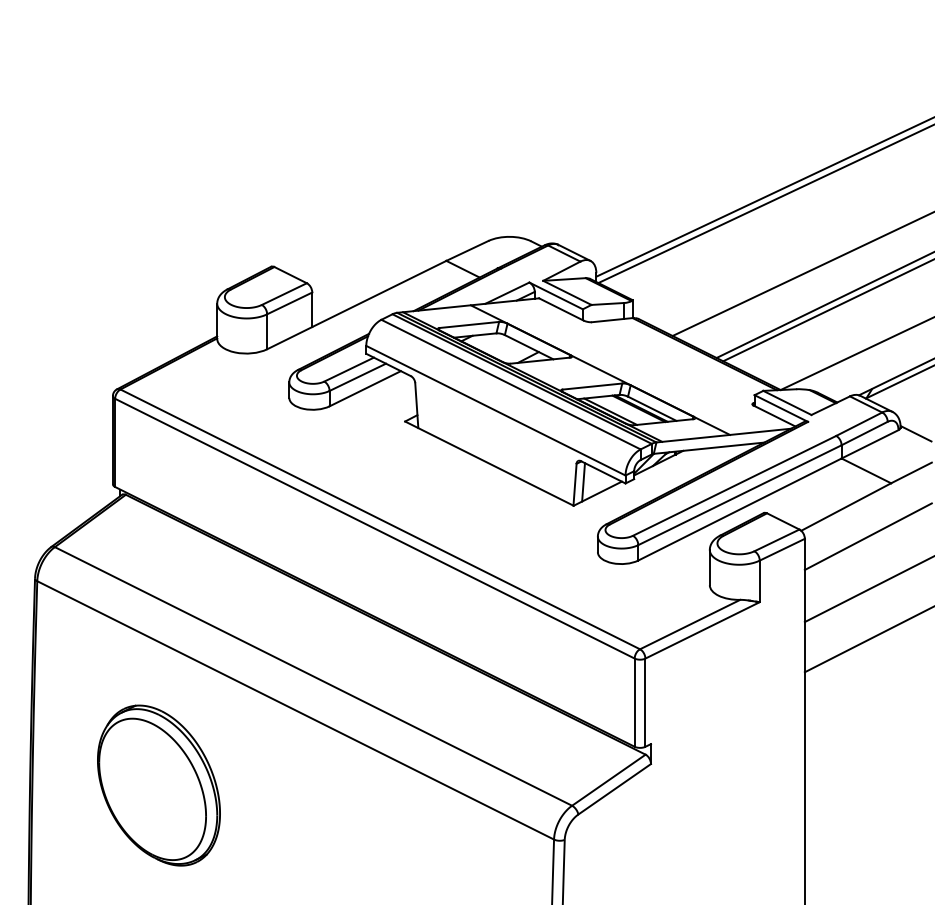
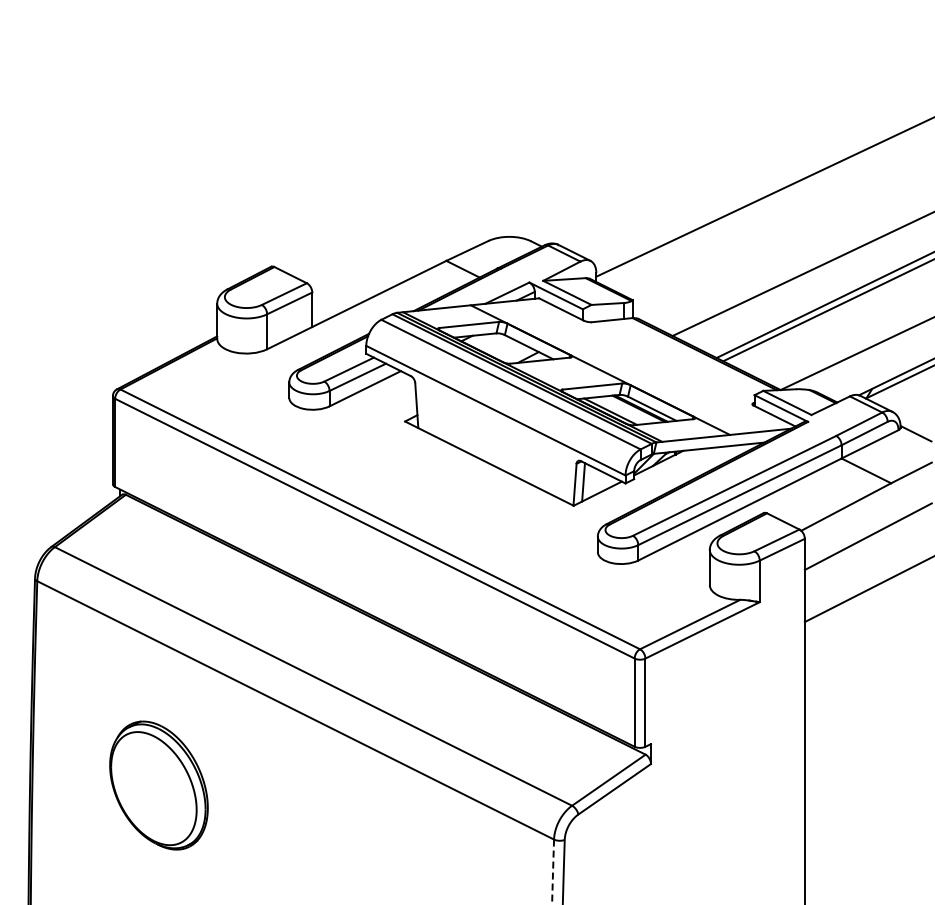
line at (764, 204): present -> none
line at (867, 639): present -> none
part at (158, 785) size: 124x163 px -> 100x131 px
line at (553, 872): solid -> dashed
